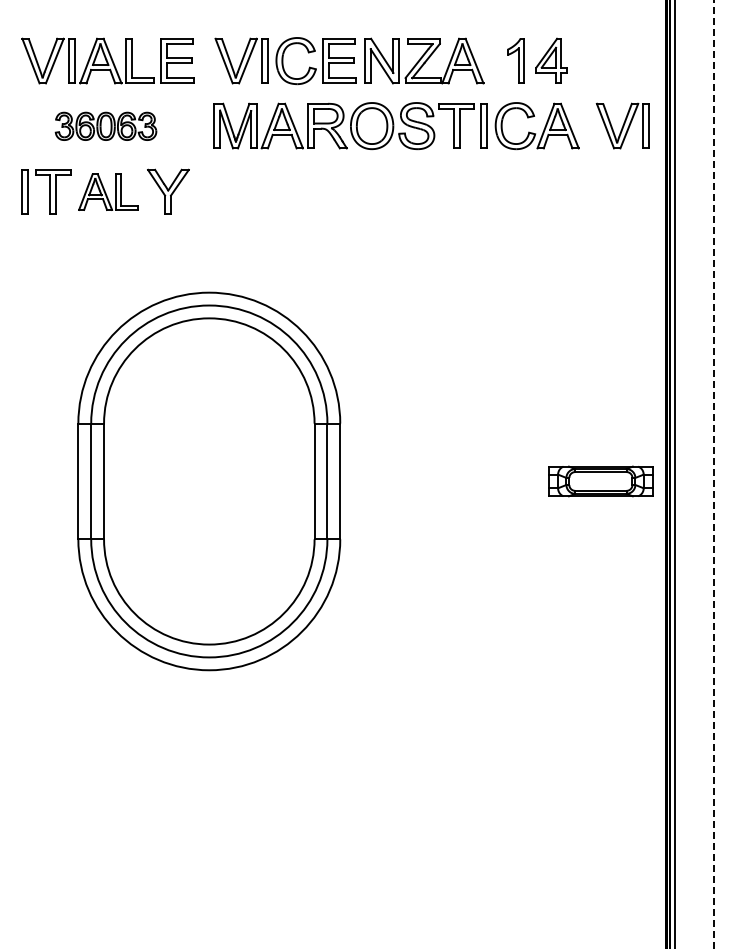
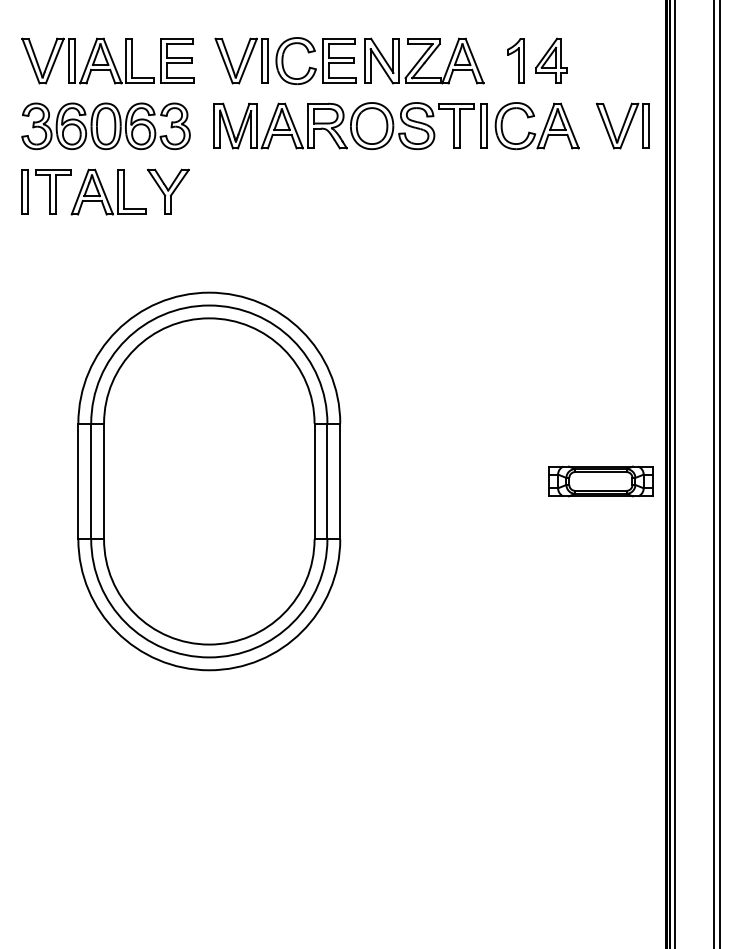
part at (105, 125) size: 104x30 px -> 170x49 px
part at (108, 191) size: 61x38 px -> 77x48 px
line at (719, 473): none -> present
line at (713, 474): dashed -> solid
